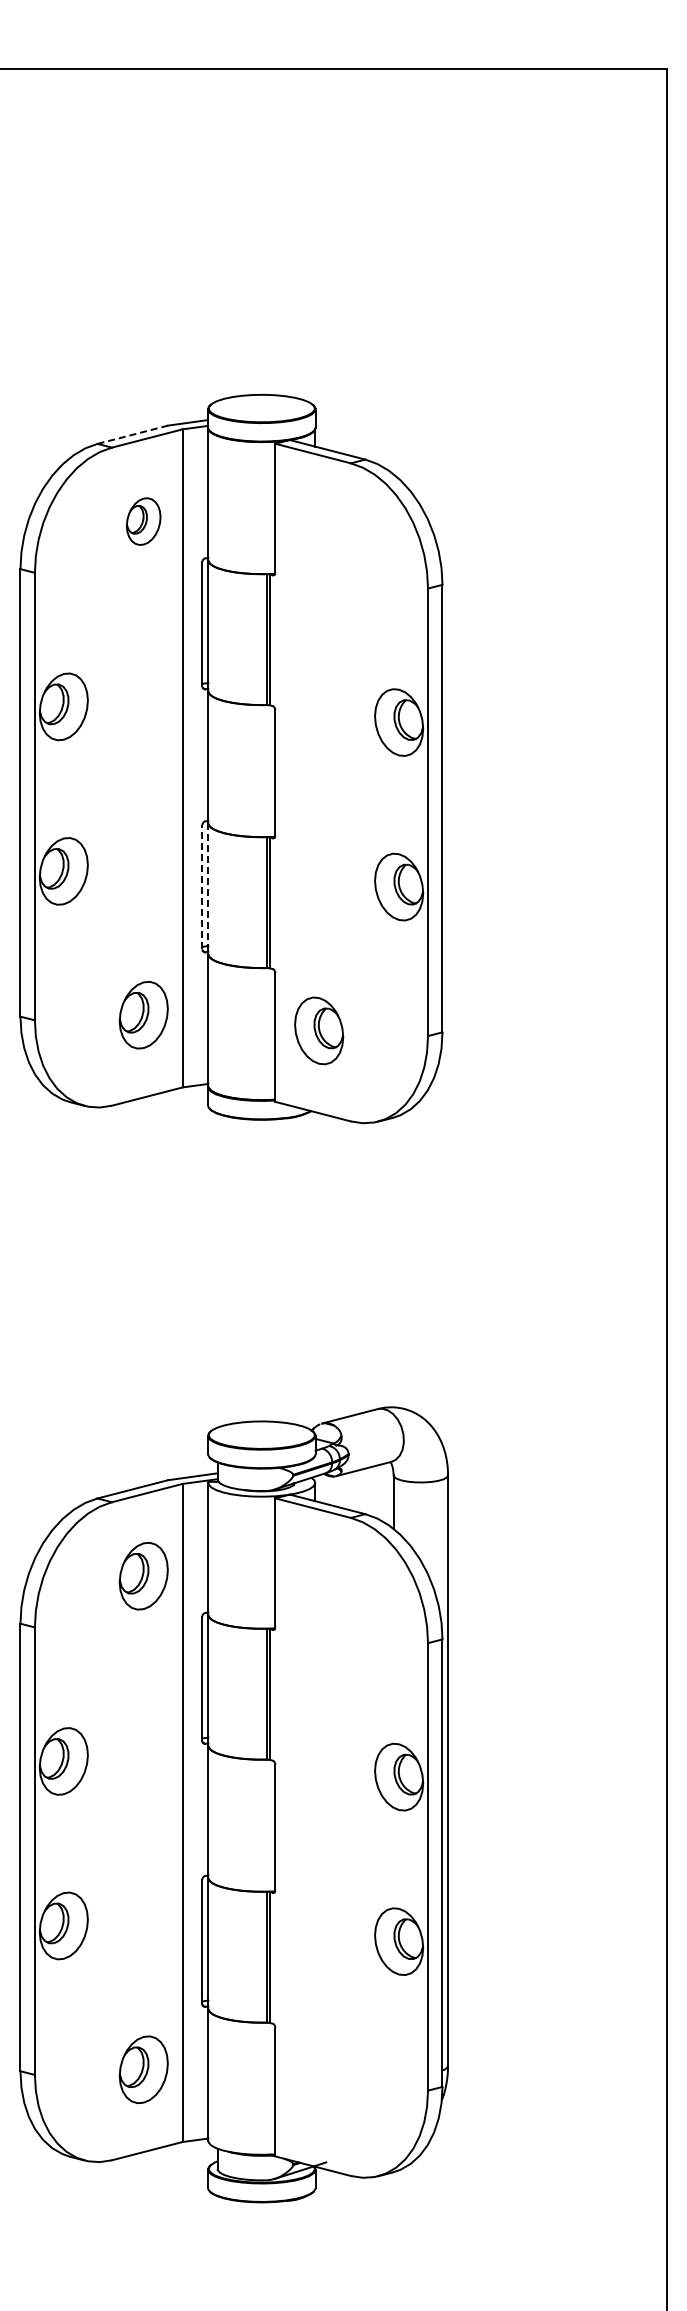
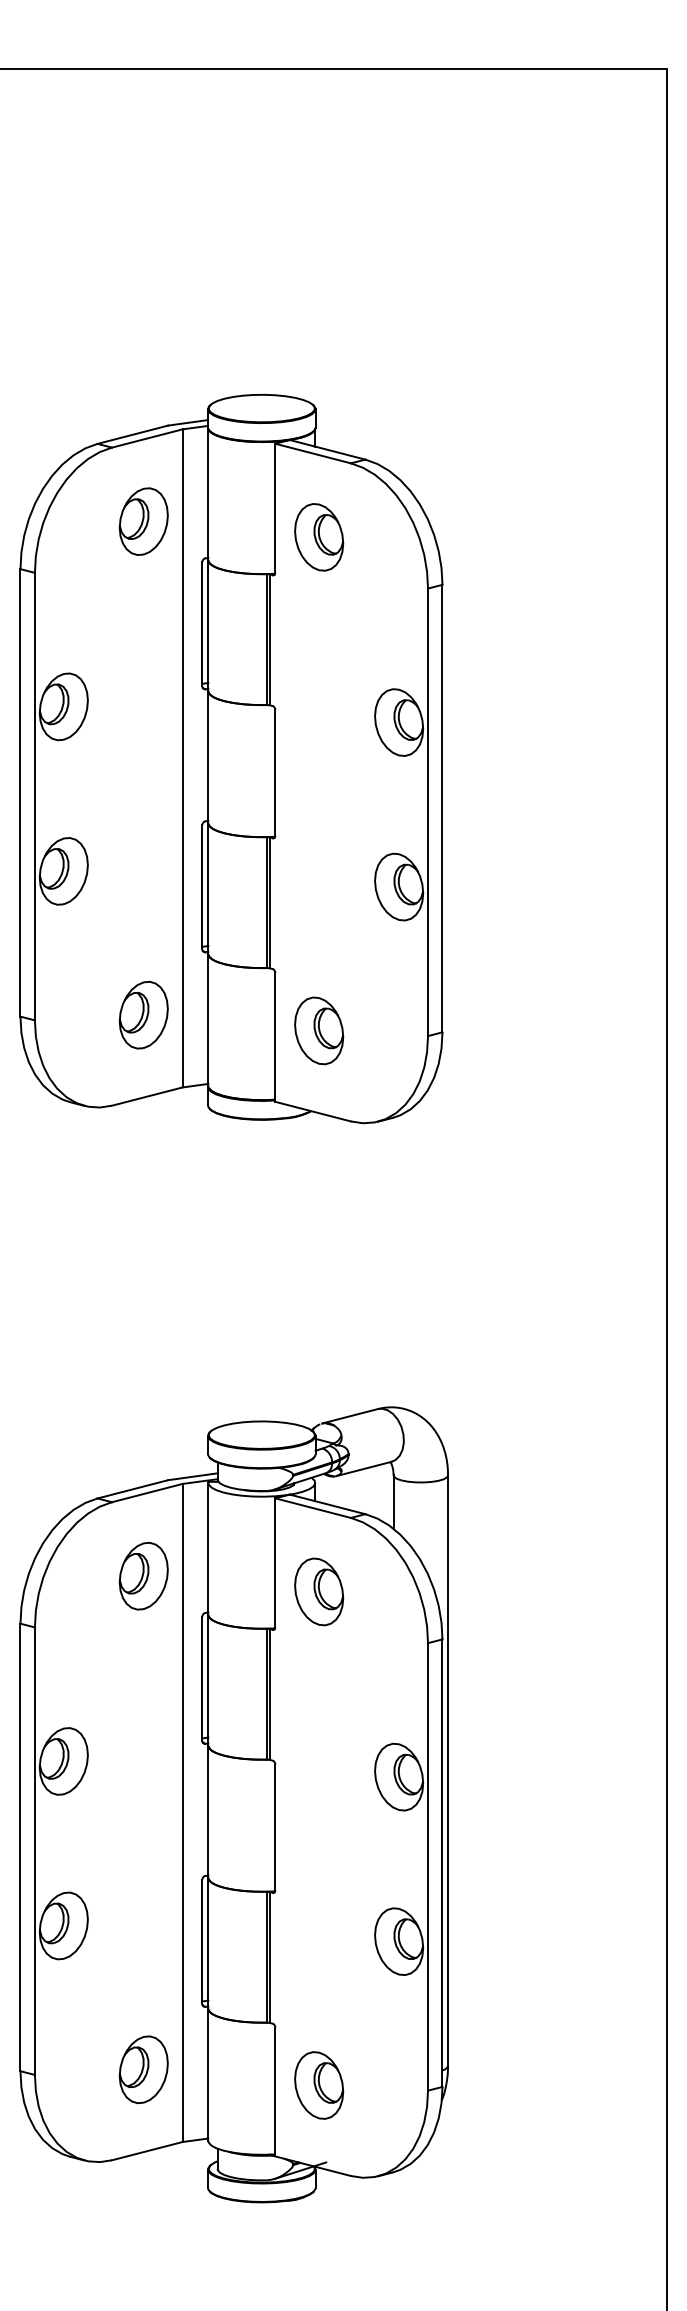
line at (133, 434): dashed -> solid
part at (143, 521) size: 36x49 px -> 51x69 px
part at (319, 537): none -> present
line at (202, 886): dashed -> solid
line at (208, 889): dashed -> solid
part at (319, 1591): none -> present
part at (319, 2085): none -> present
